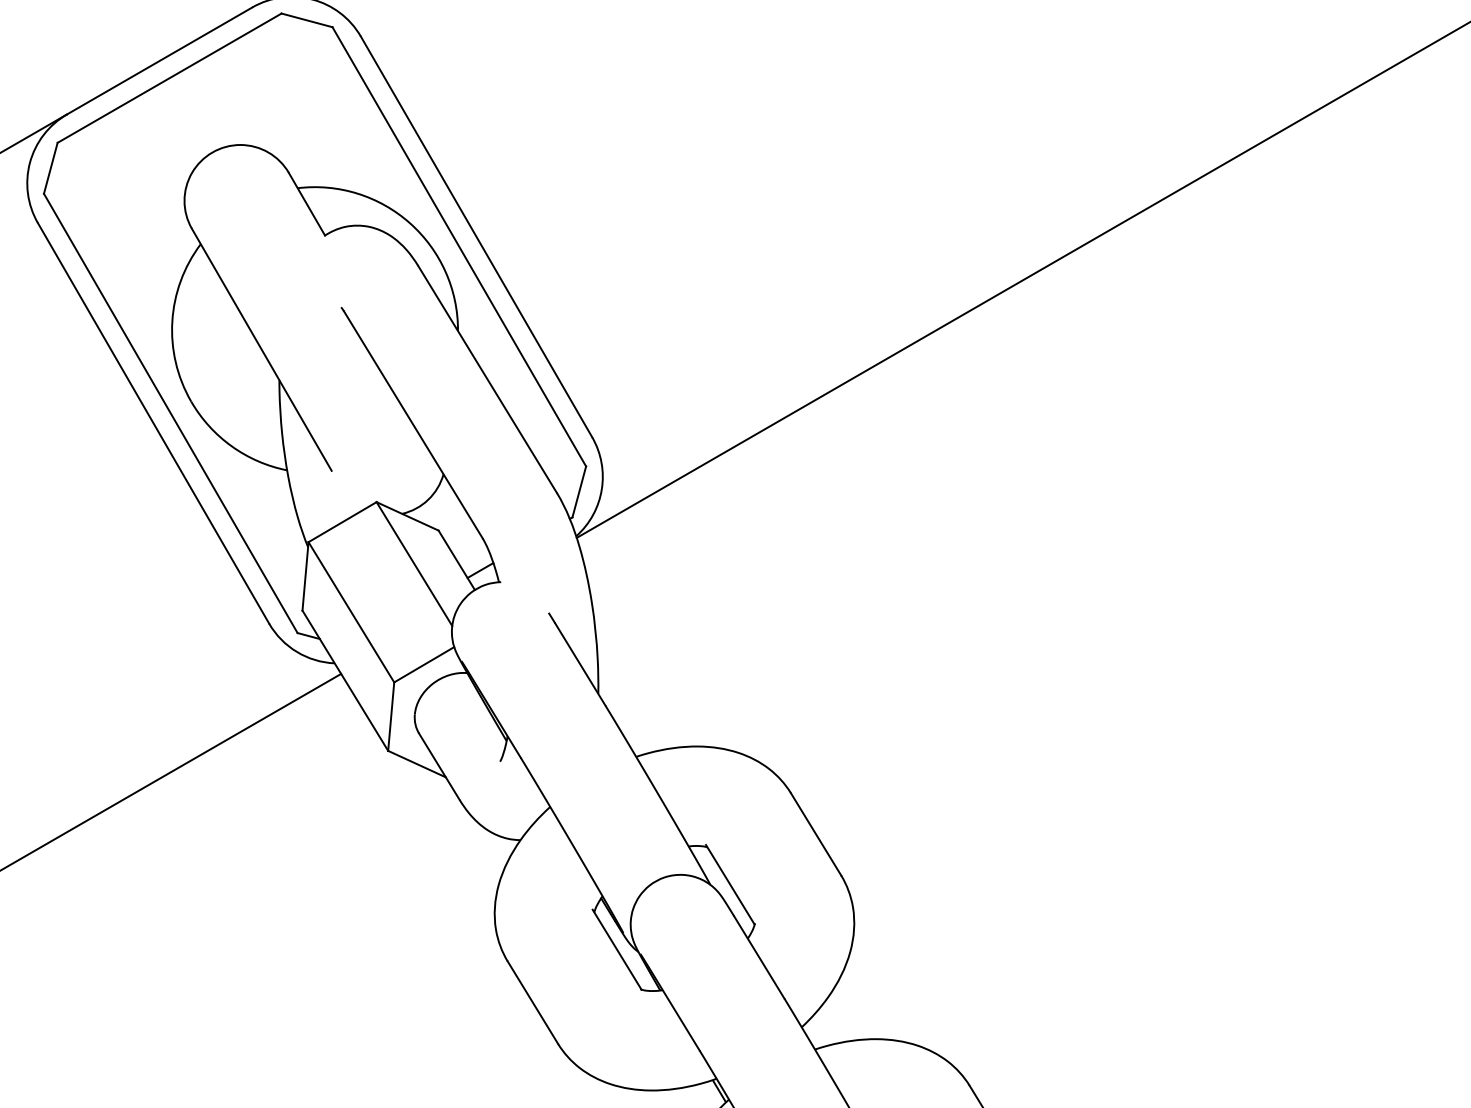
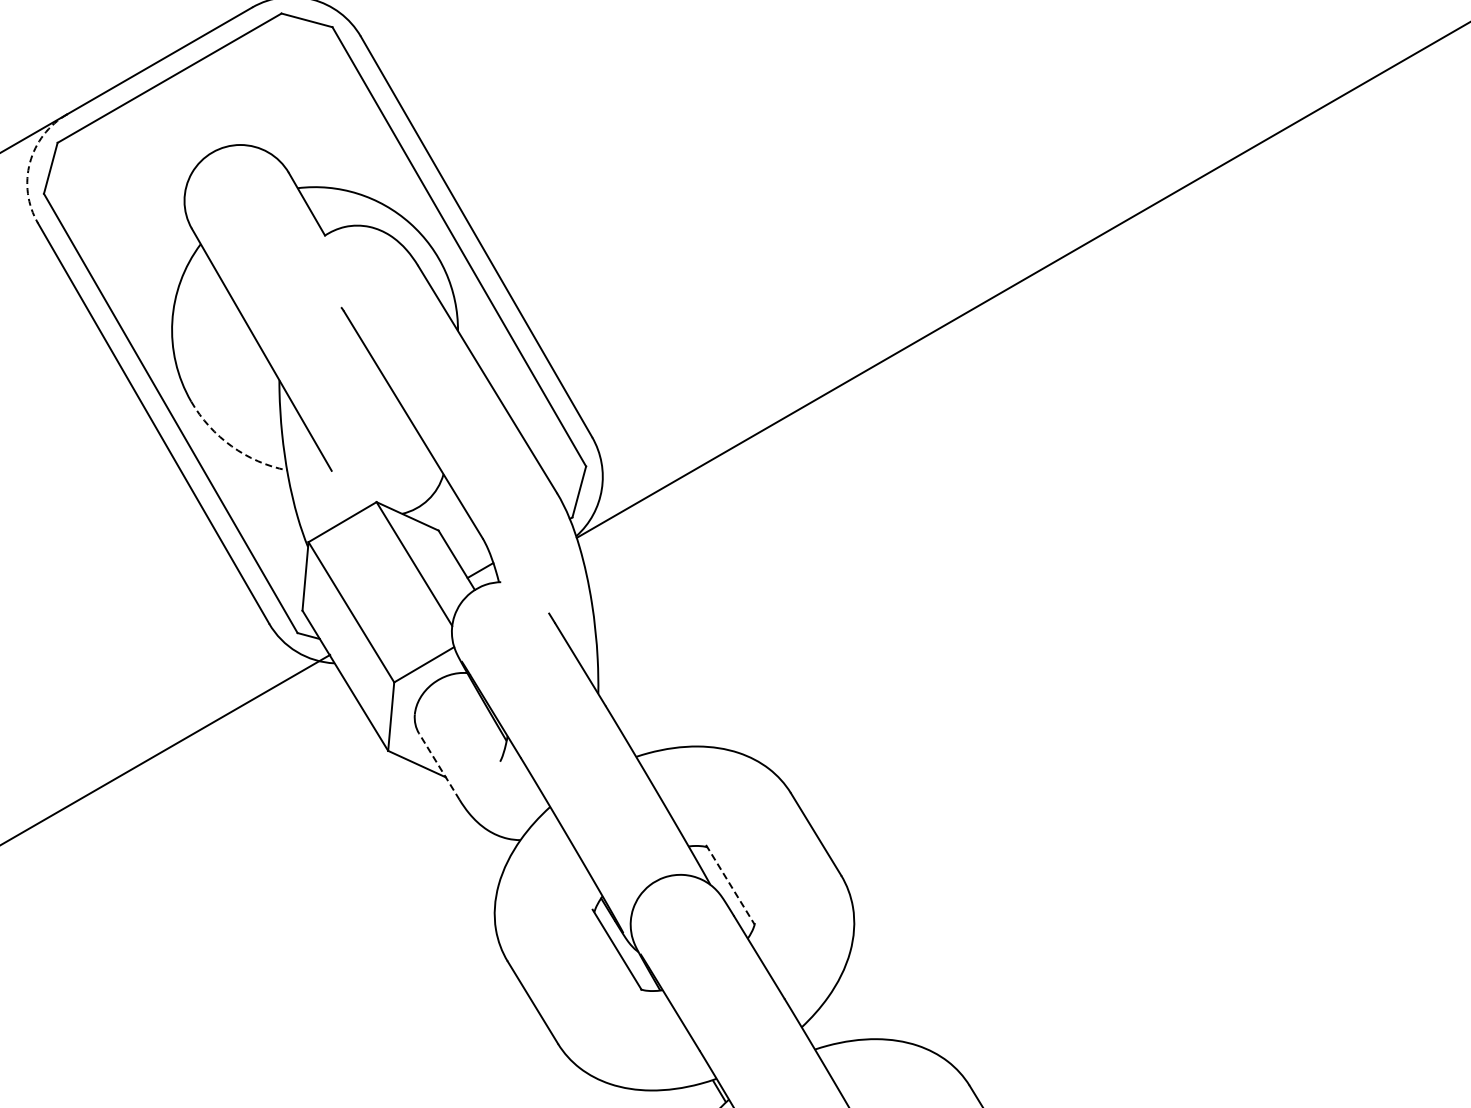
arc at (29, 162): solid -> dashed
arc at (231, 446): solid -> dashed
line at (439, 766): solid -> dashed
line at (171, 771) position: (171, 771) -> (166, 748)
line at (730, 884): solid -> dashed
